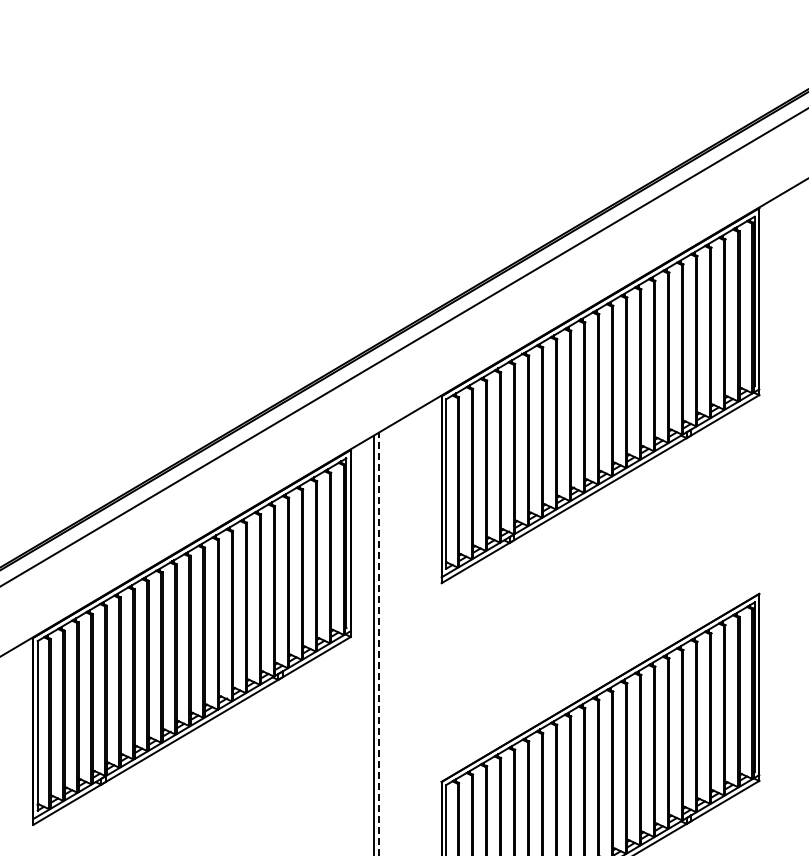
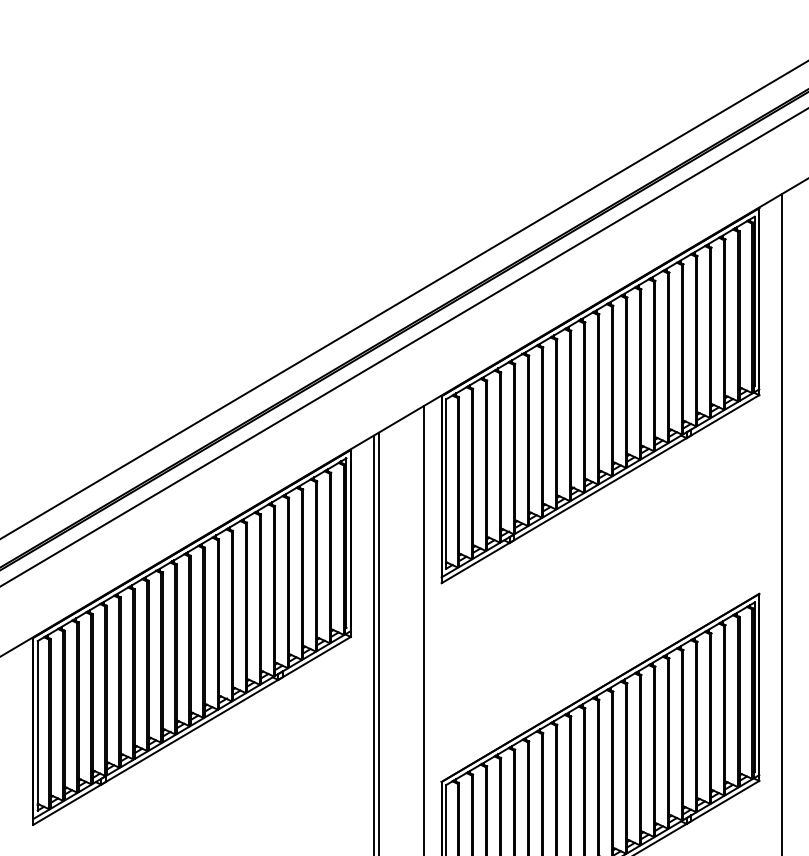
line at (403, 299): none -> present
line at (781, 523): none -> present
line at (424, 628): none -> present
line at (378, 643): dashed -> solid
